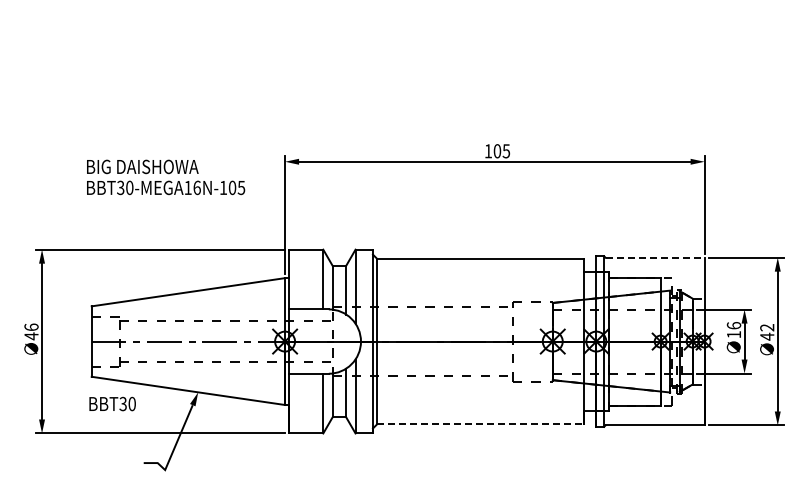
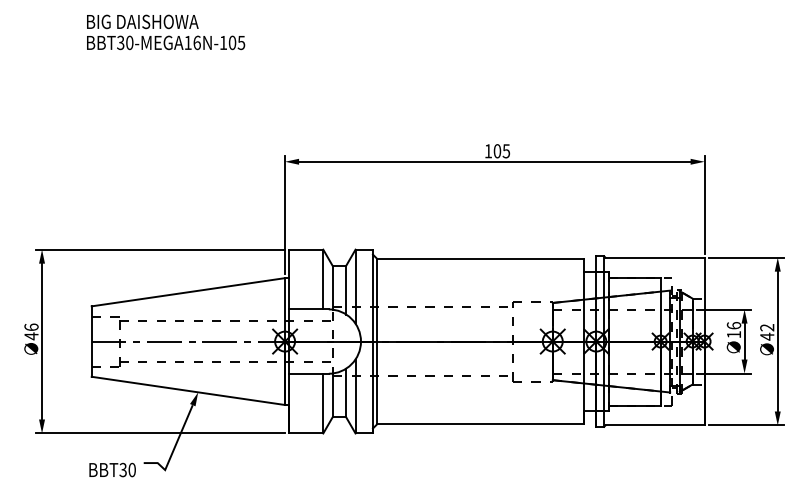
text at (166, 177) position: (166, 177) -> (166, 32)
line at (655, 257): dashed -> solid
text at (112, 403) position: (112, 403) -> (112, 469)
line at (480, 424): dashed -> solid
